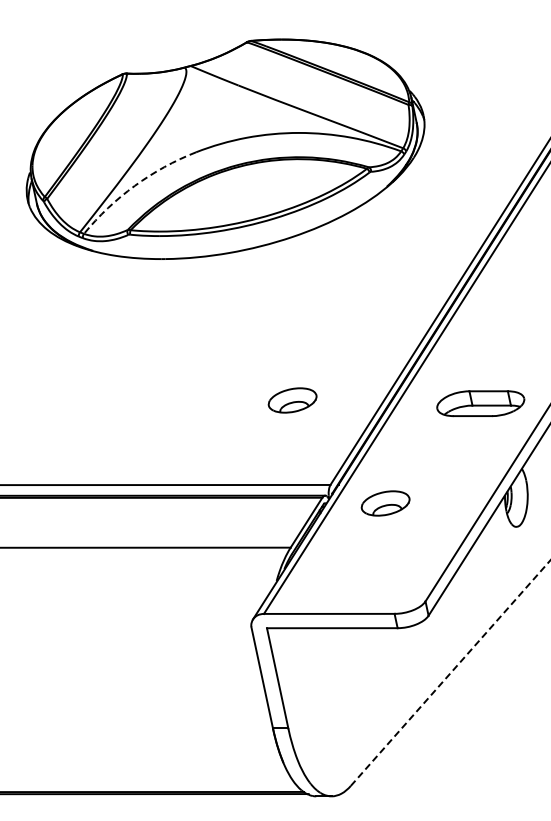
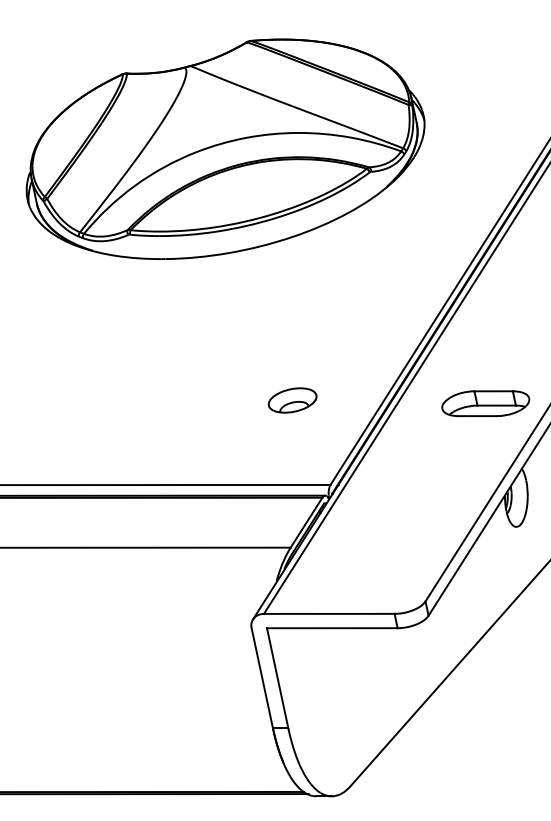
arc at (134, 185): dashed -> solid
part at (480, 403) position: (480, 403) -> (485, 403)
part at (385, 503): present -> none
line at (450, 672): dashed -> solid
